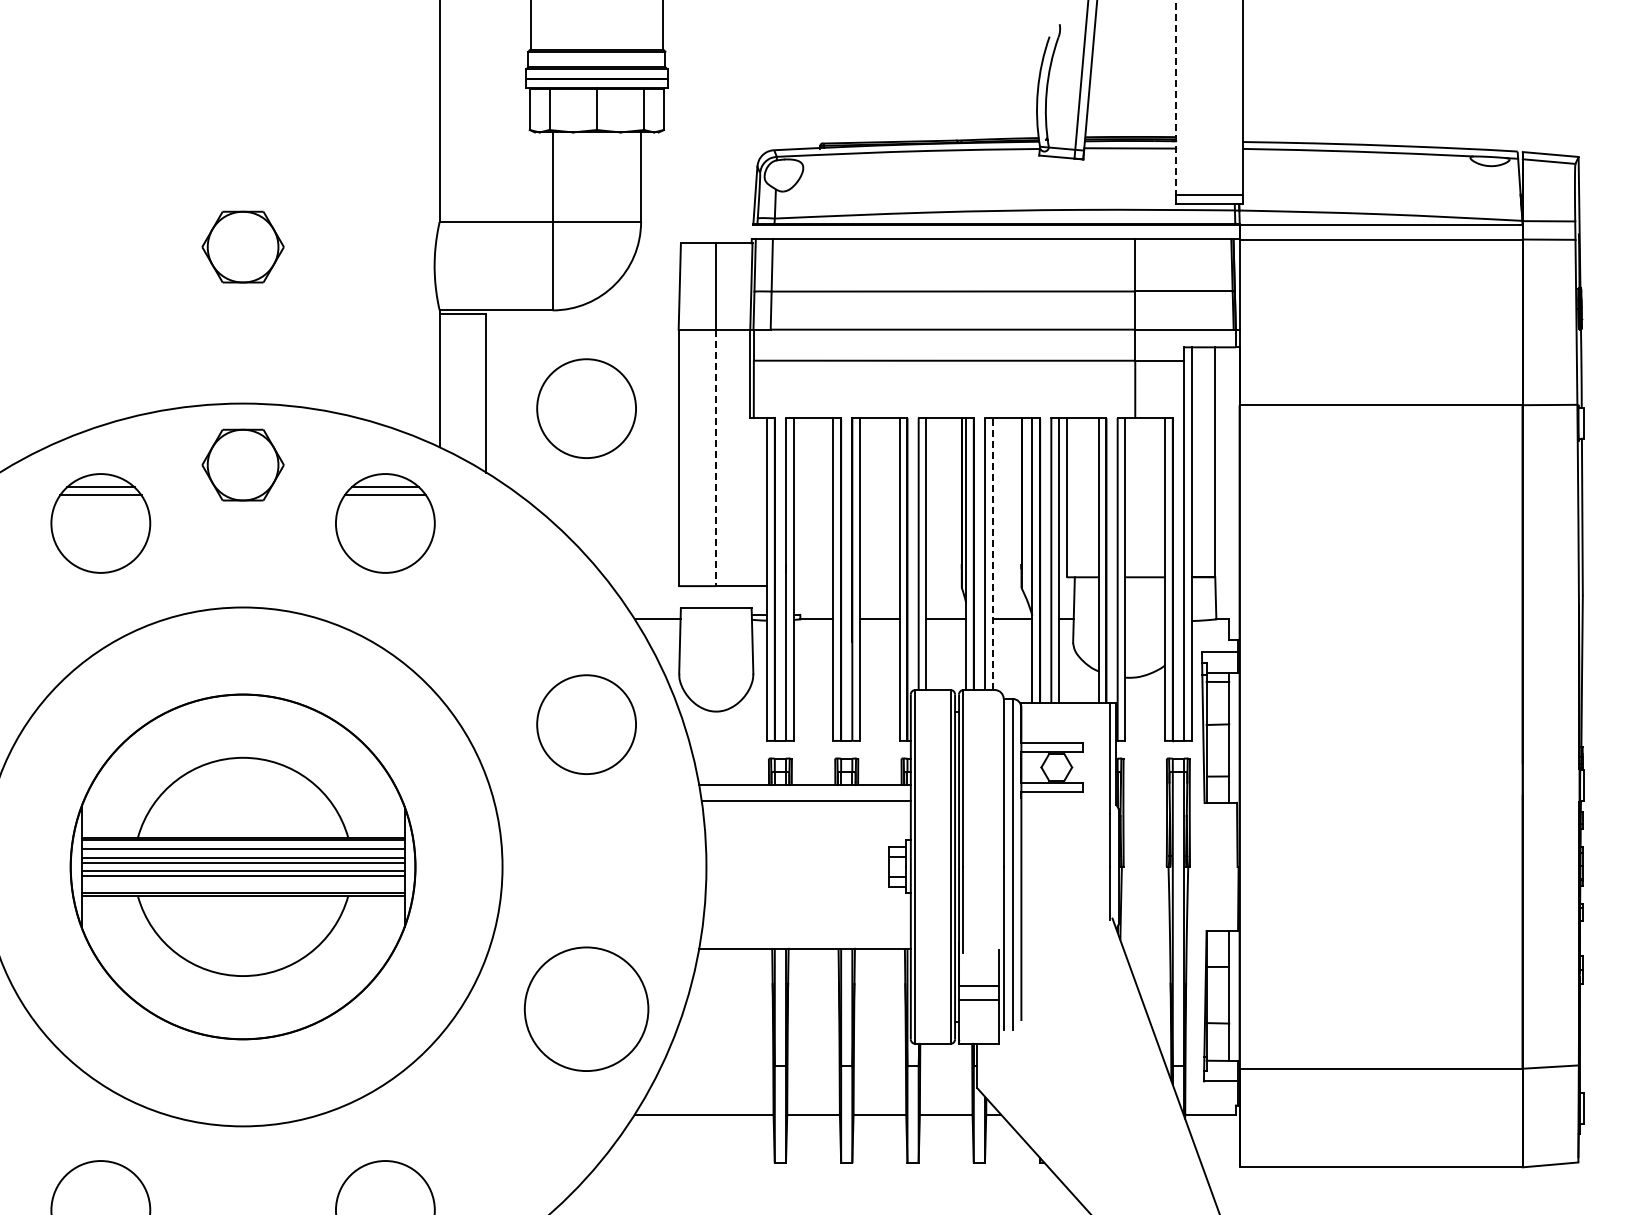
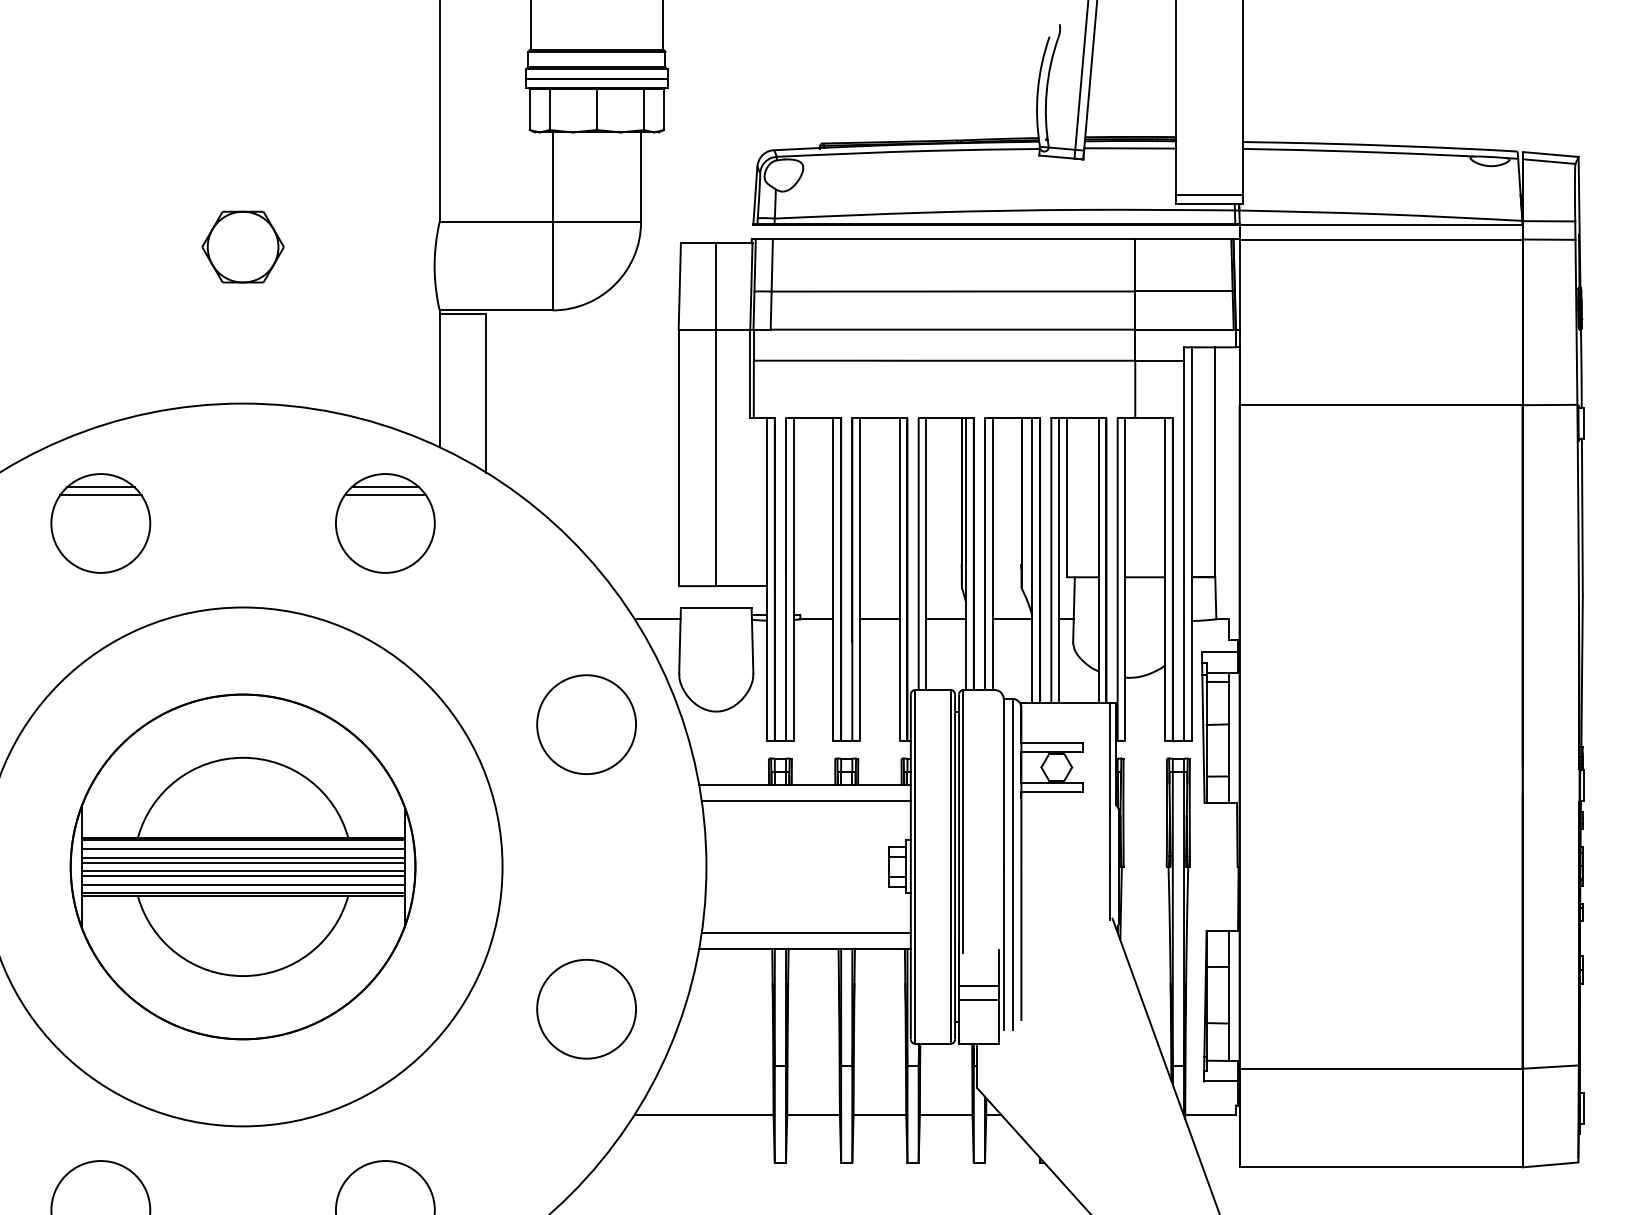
line at (1176, 97): dashed -> solid
circle at (586, 408): present -> none
line at (716, 458): dashed -> solid
part at (242, 464): present -> none
line at (992, 554): dashed -> solid
line at (242, 884): none -> present
line at (805, 933): none -> present
circle at (586, 1009) diameter: 124 px -> 99 px
